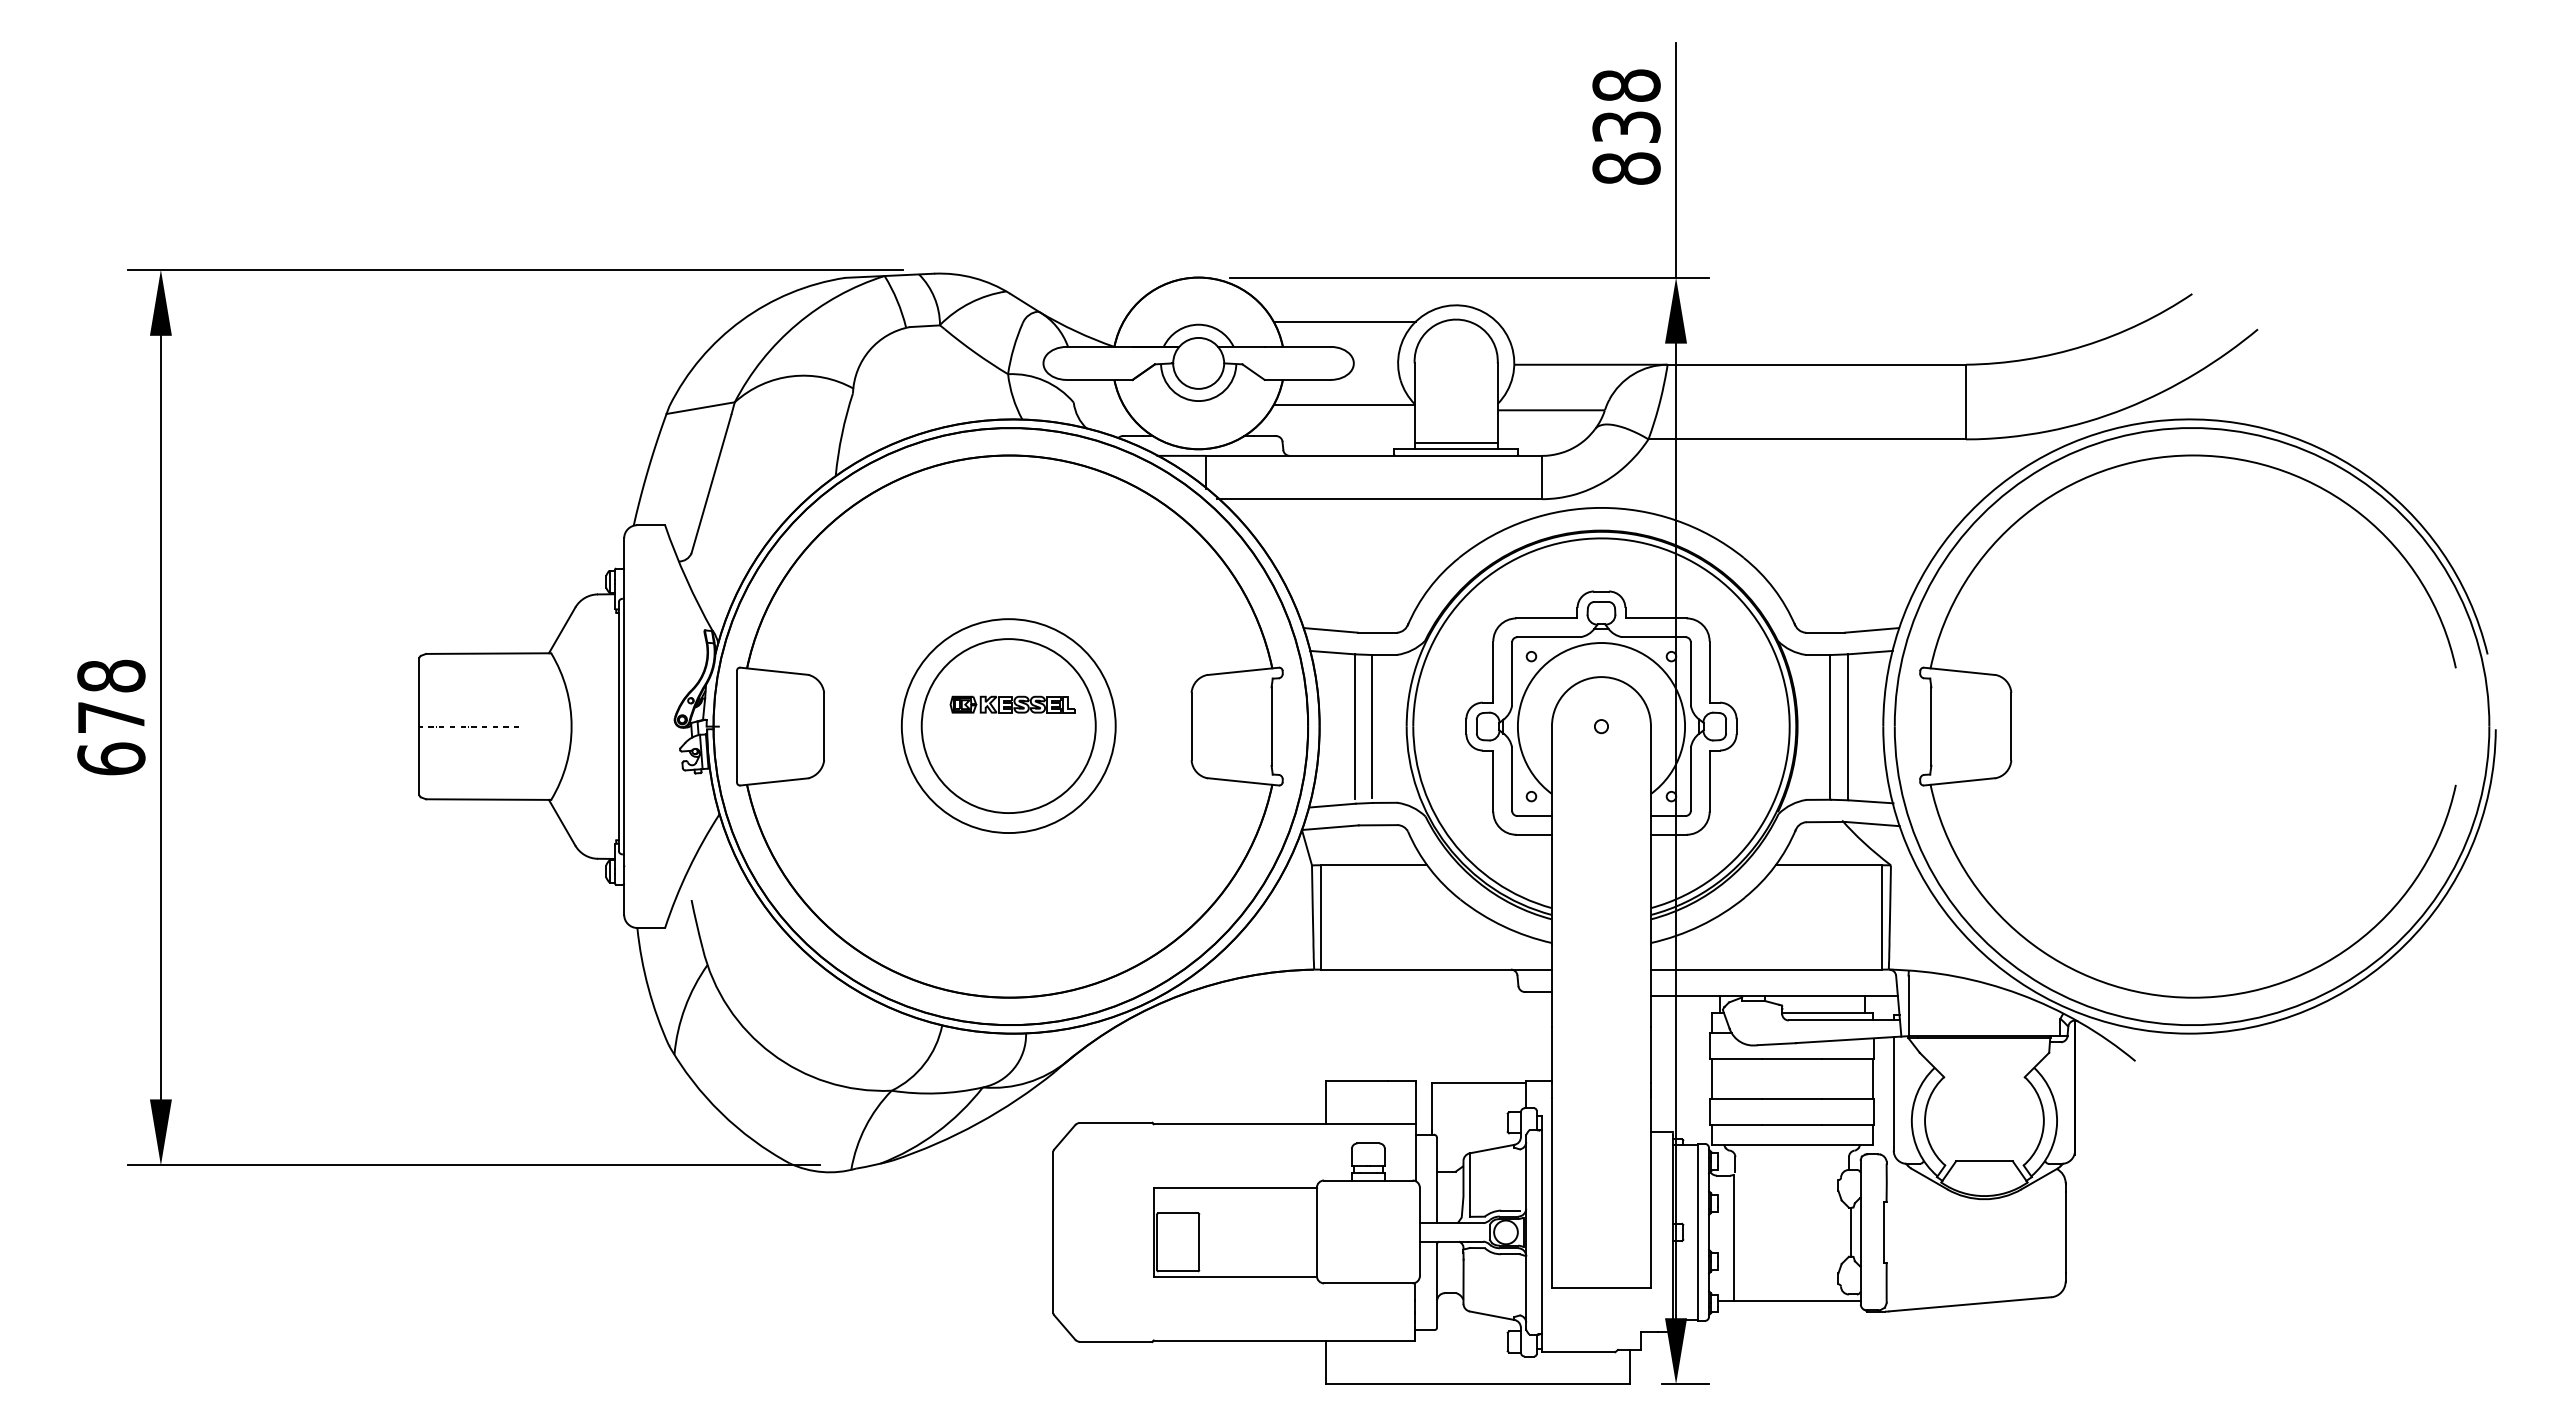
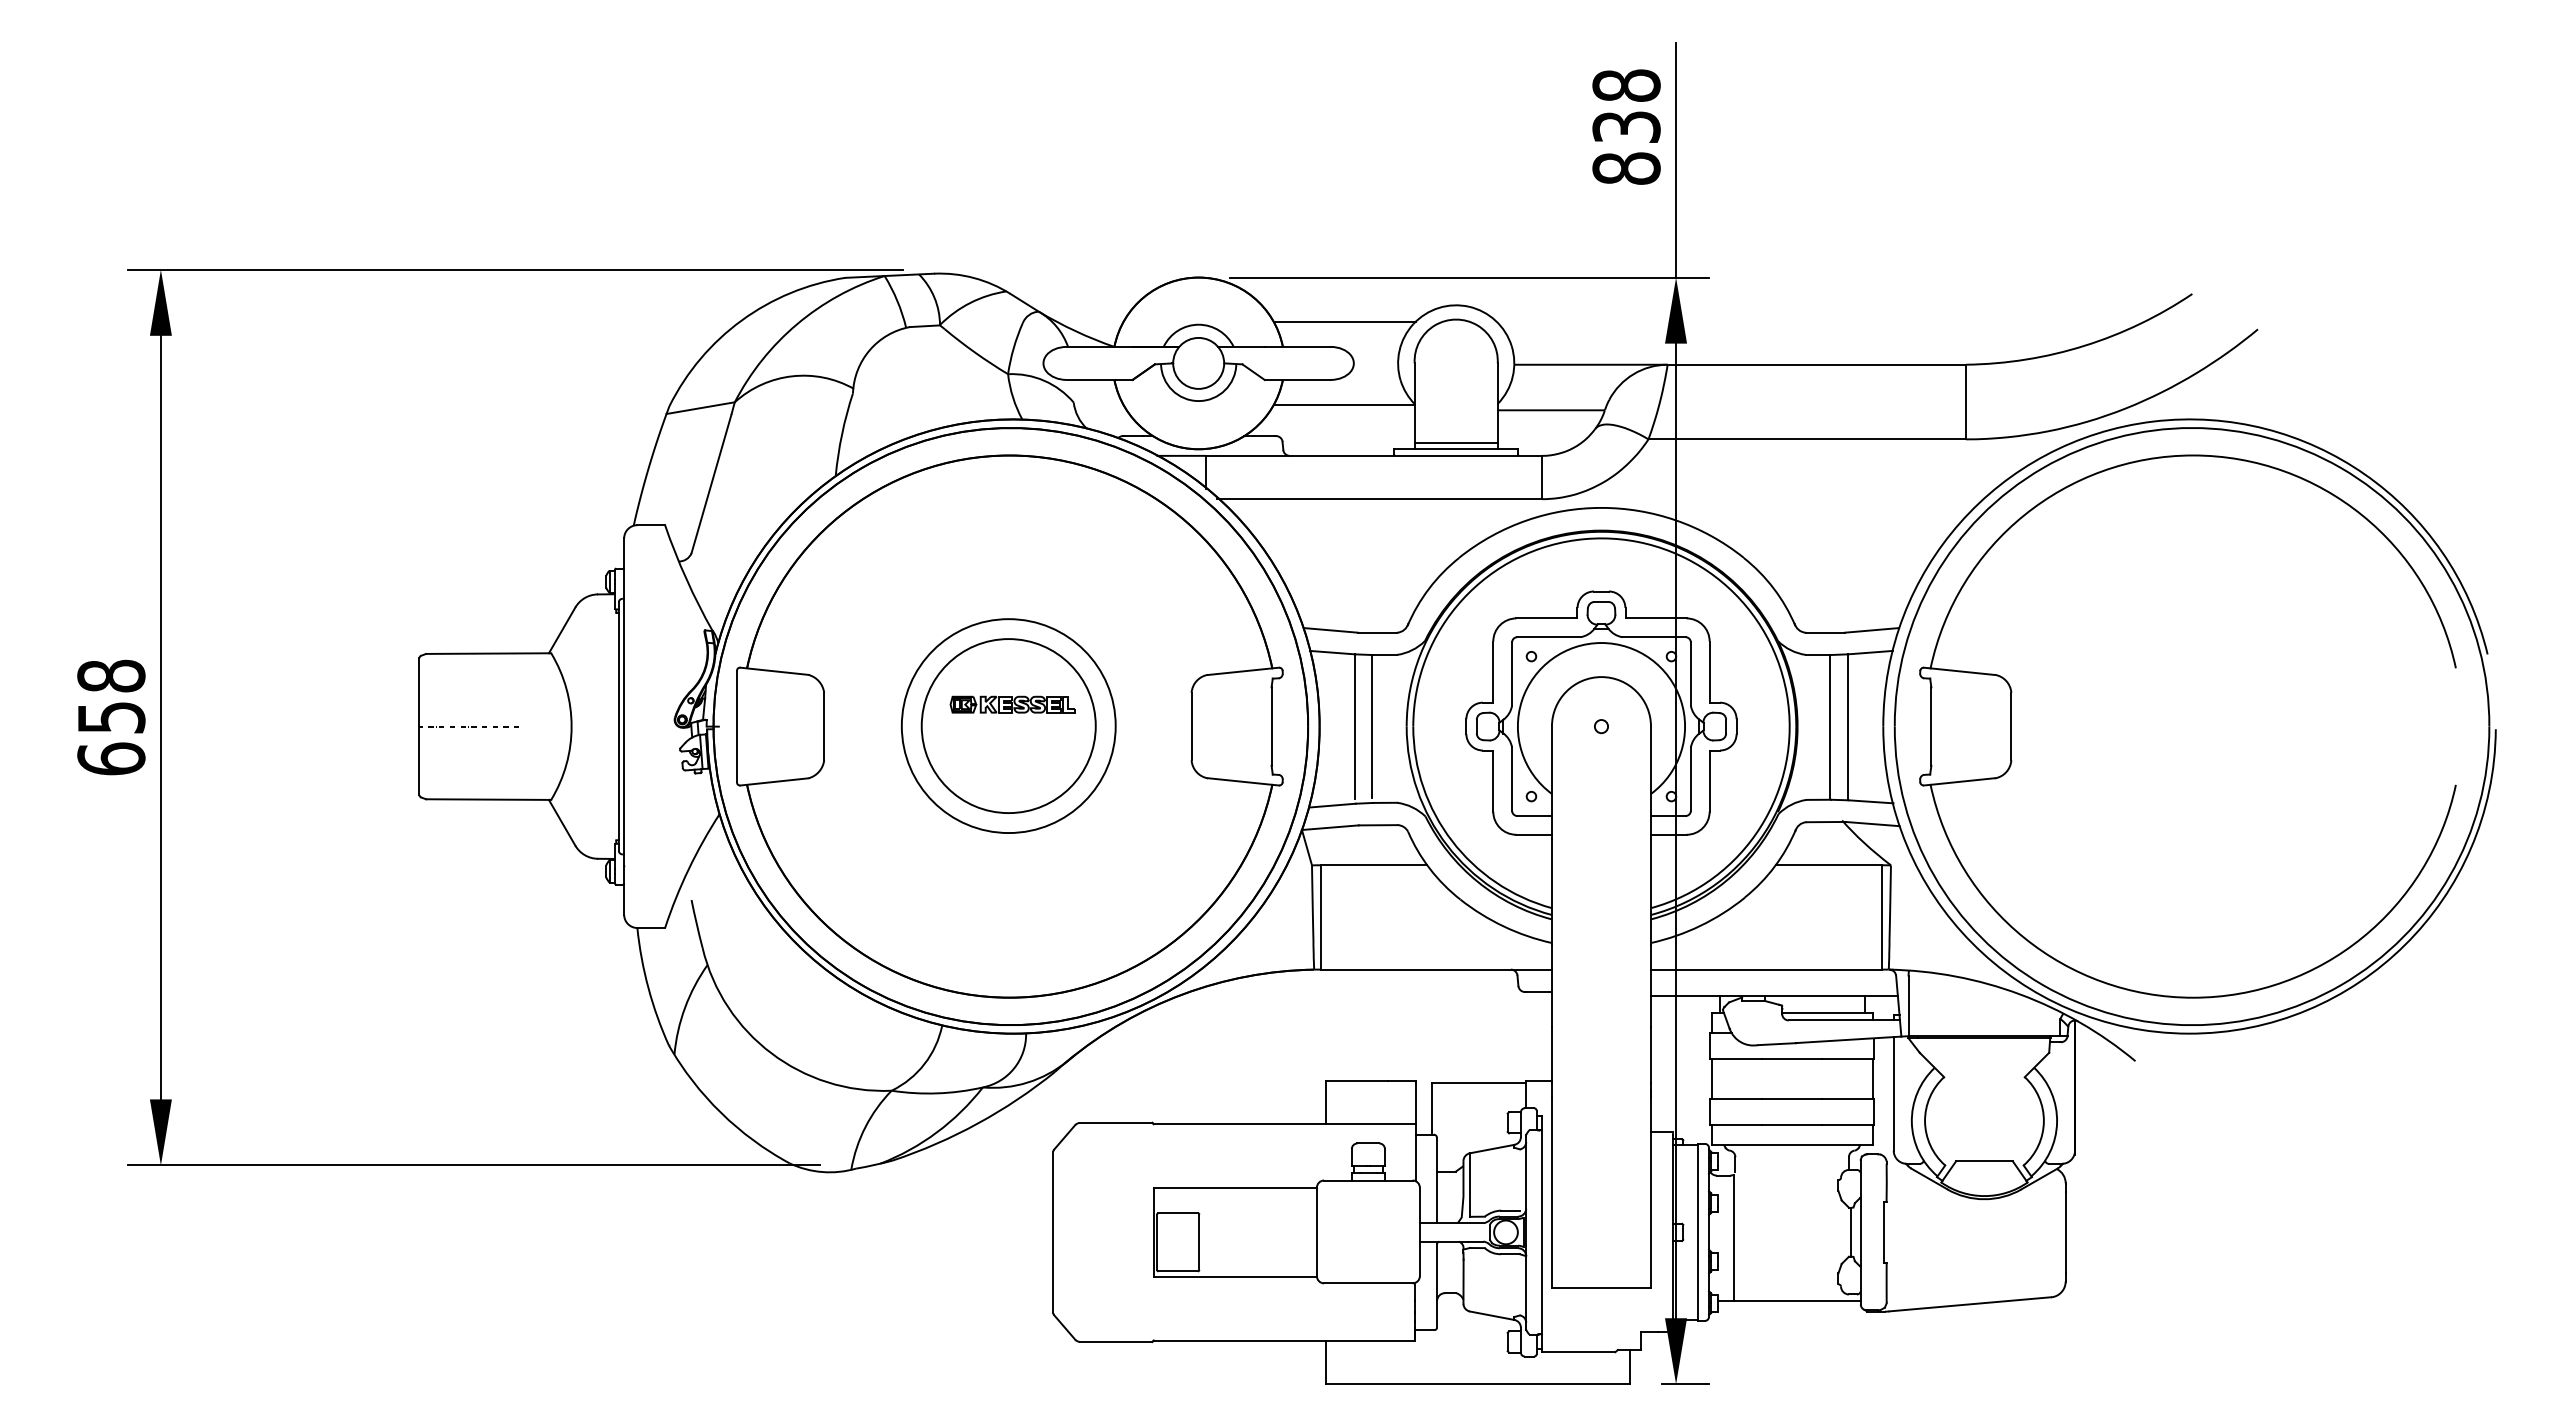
text at (111, 717): 678 -> 658
